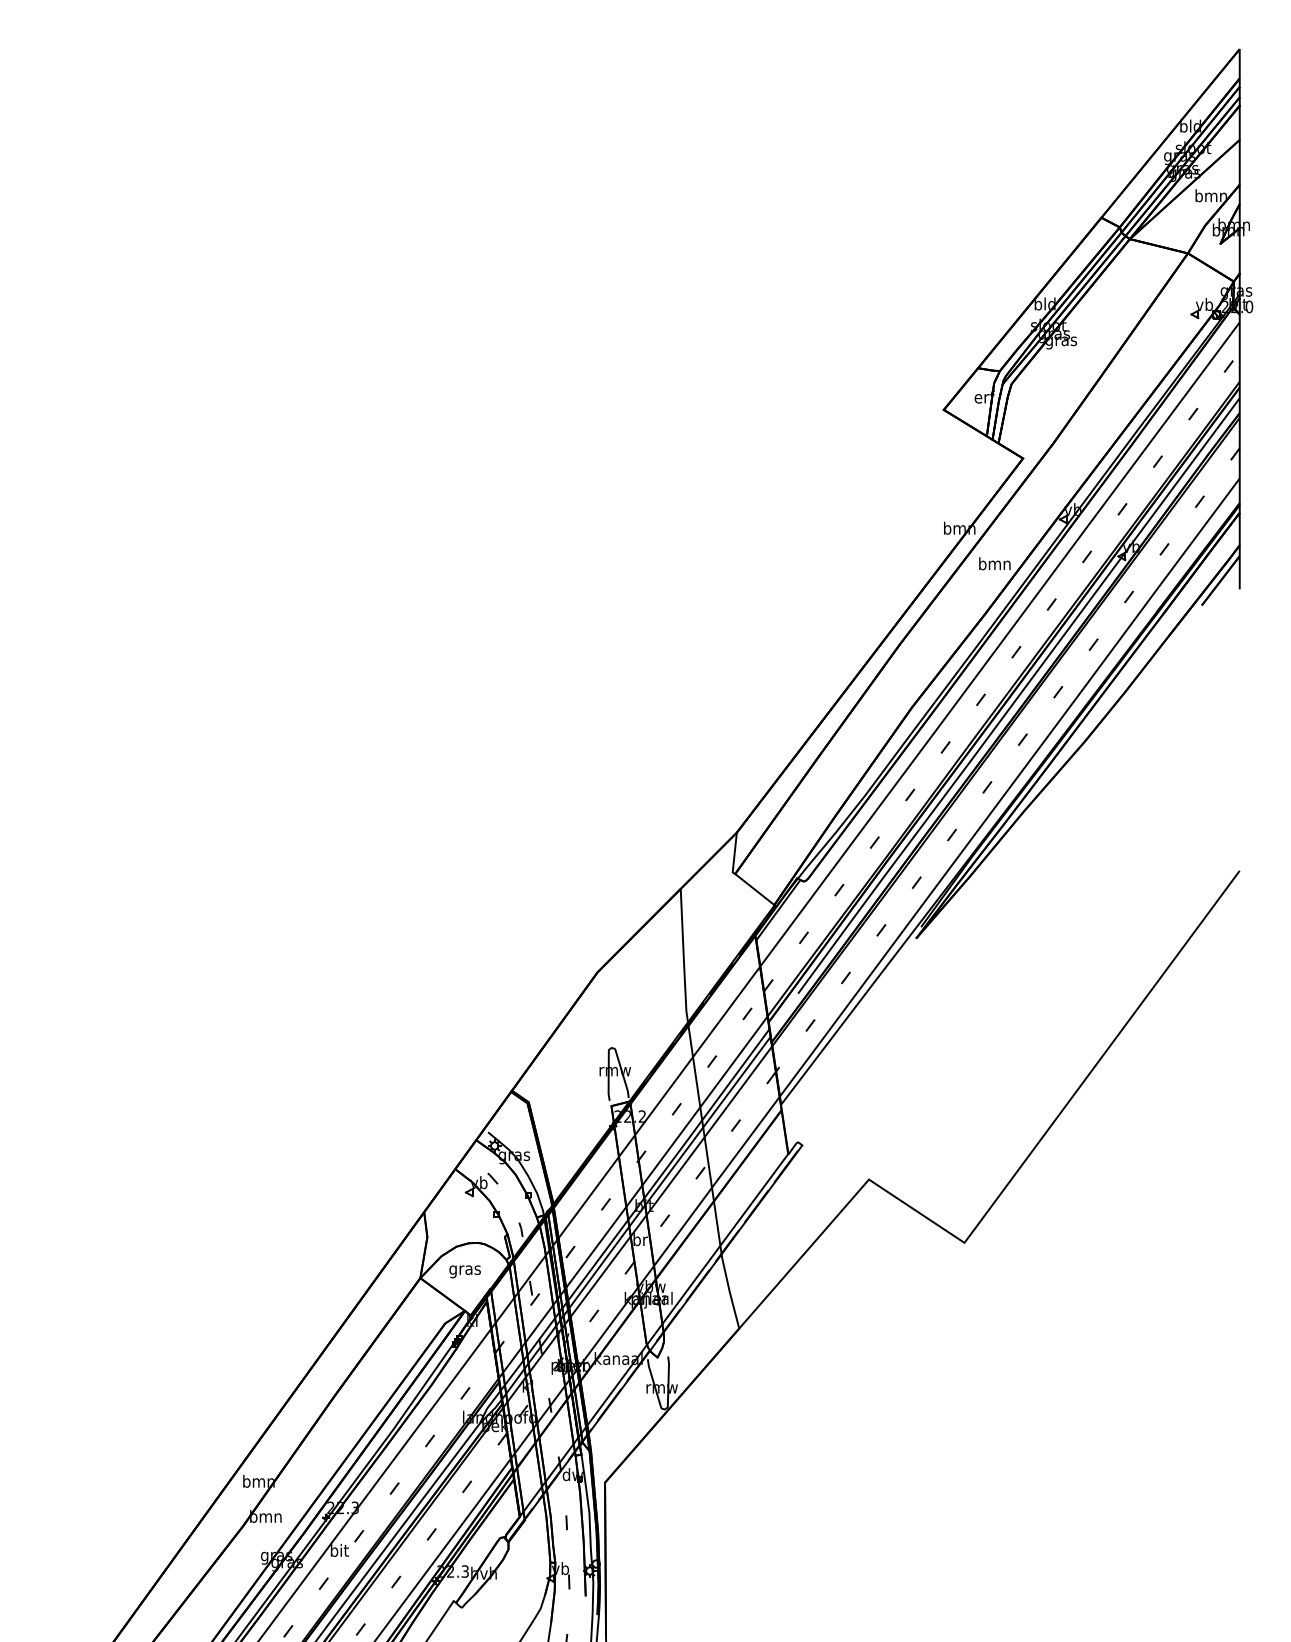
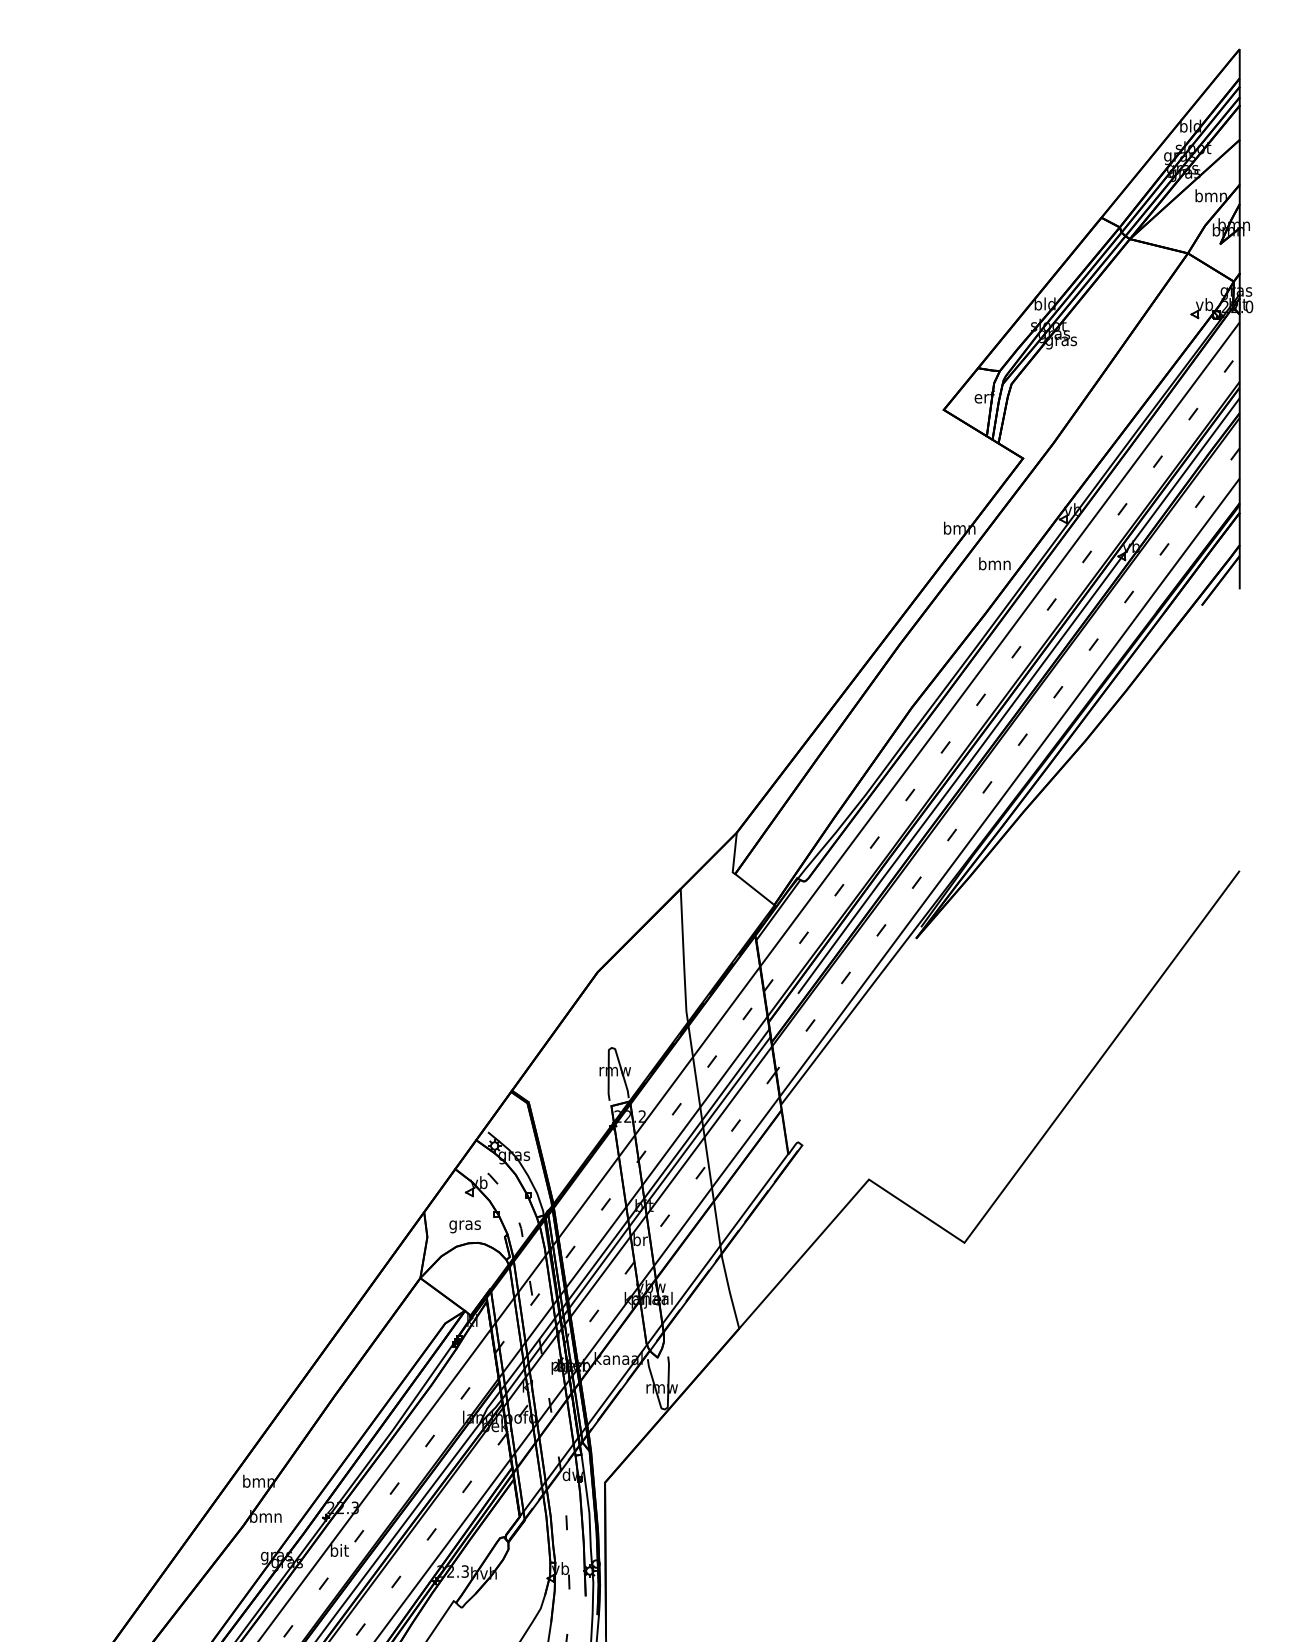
text at (464, 1271) position: (464, 1271) -> (464, 1226)
